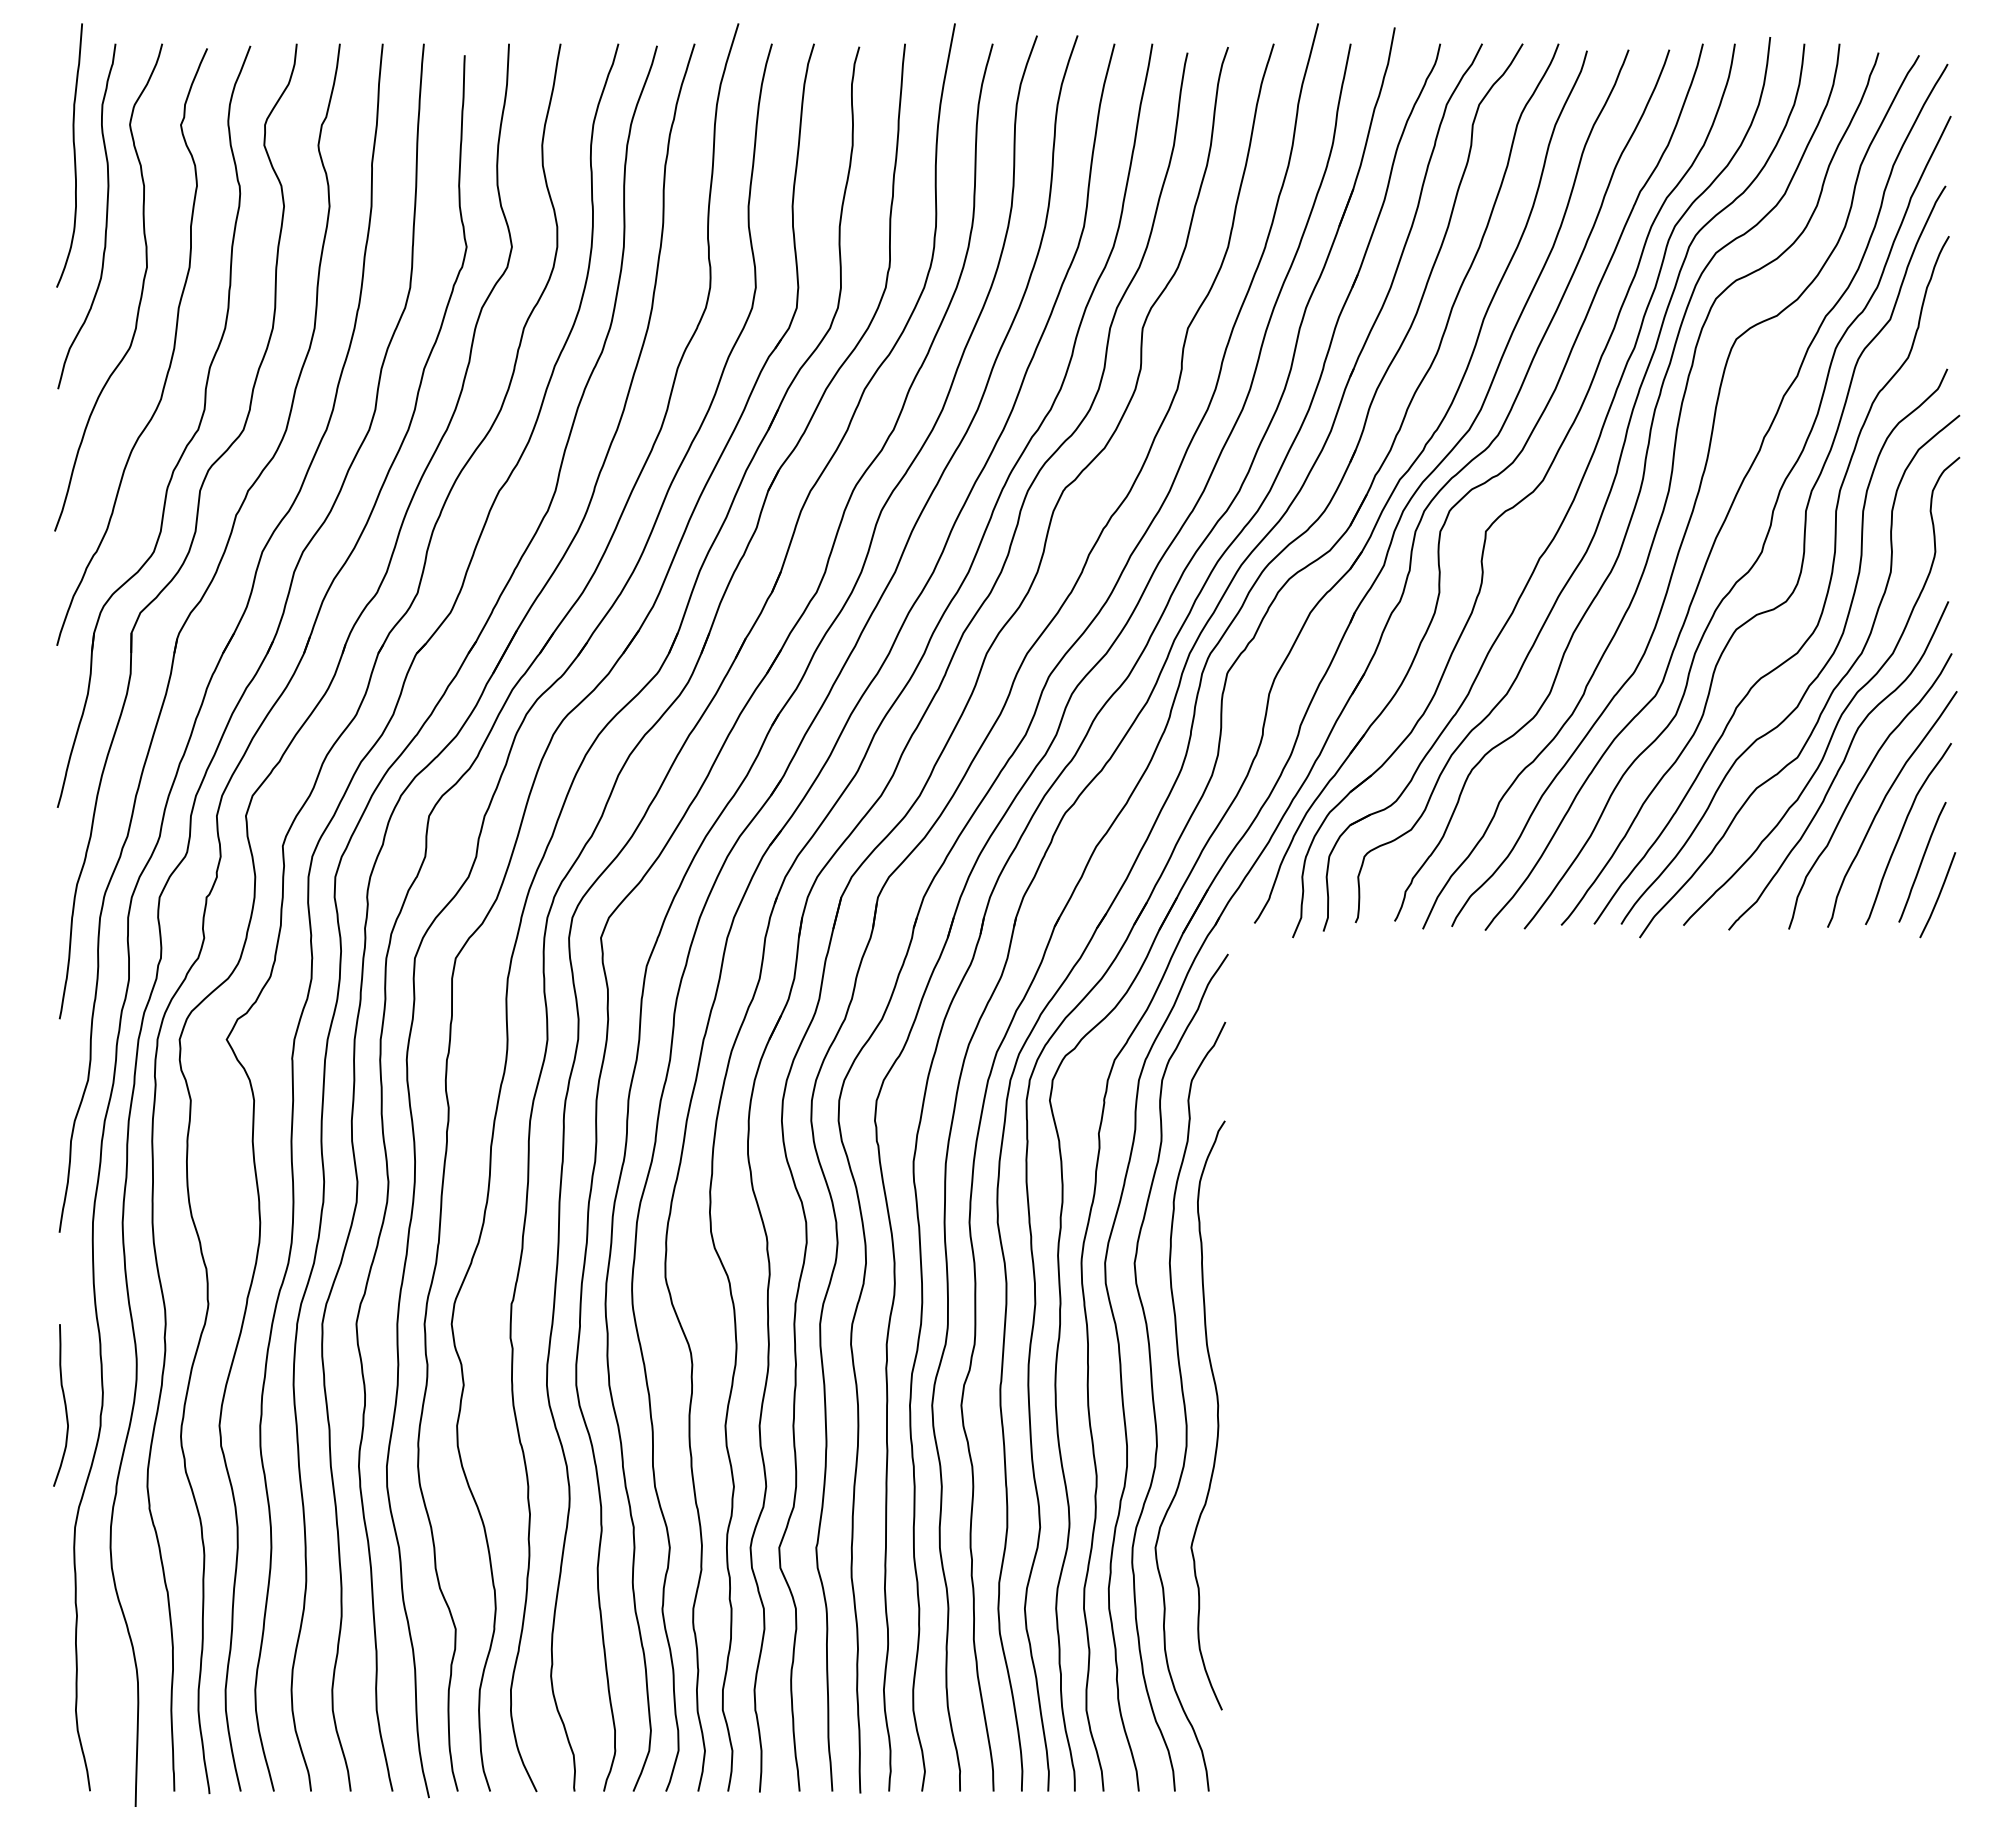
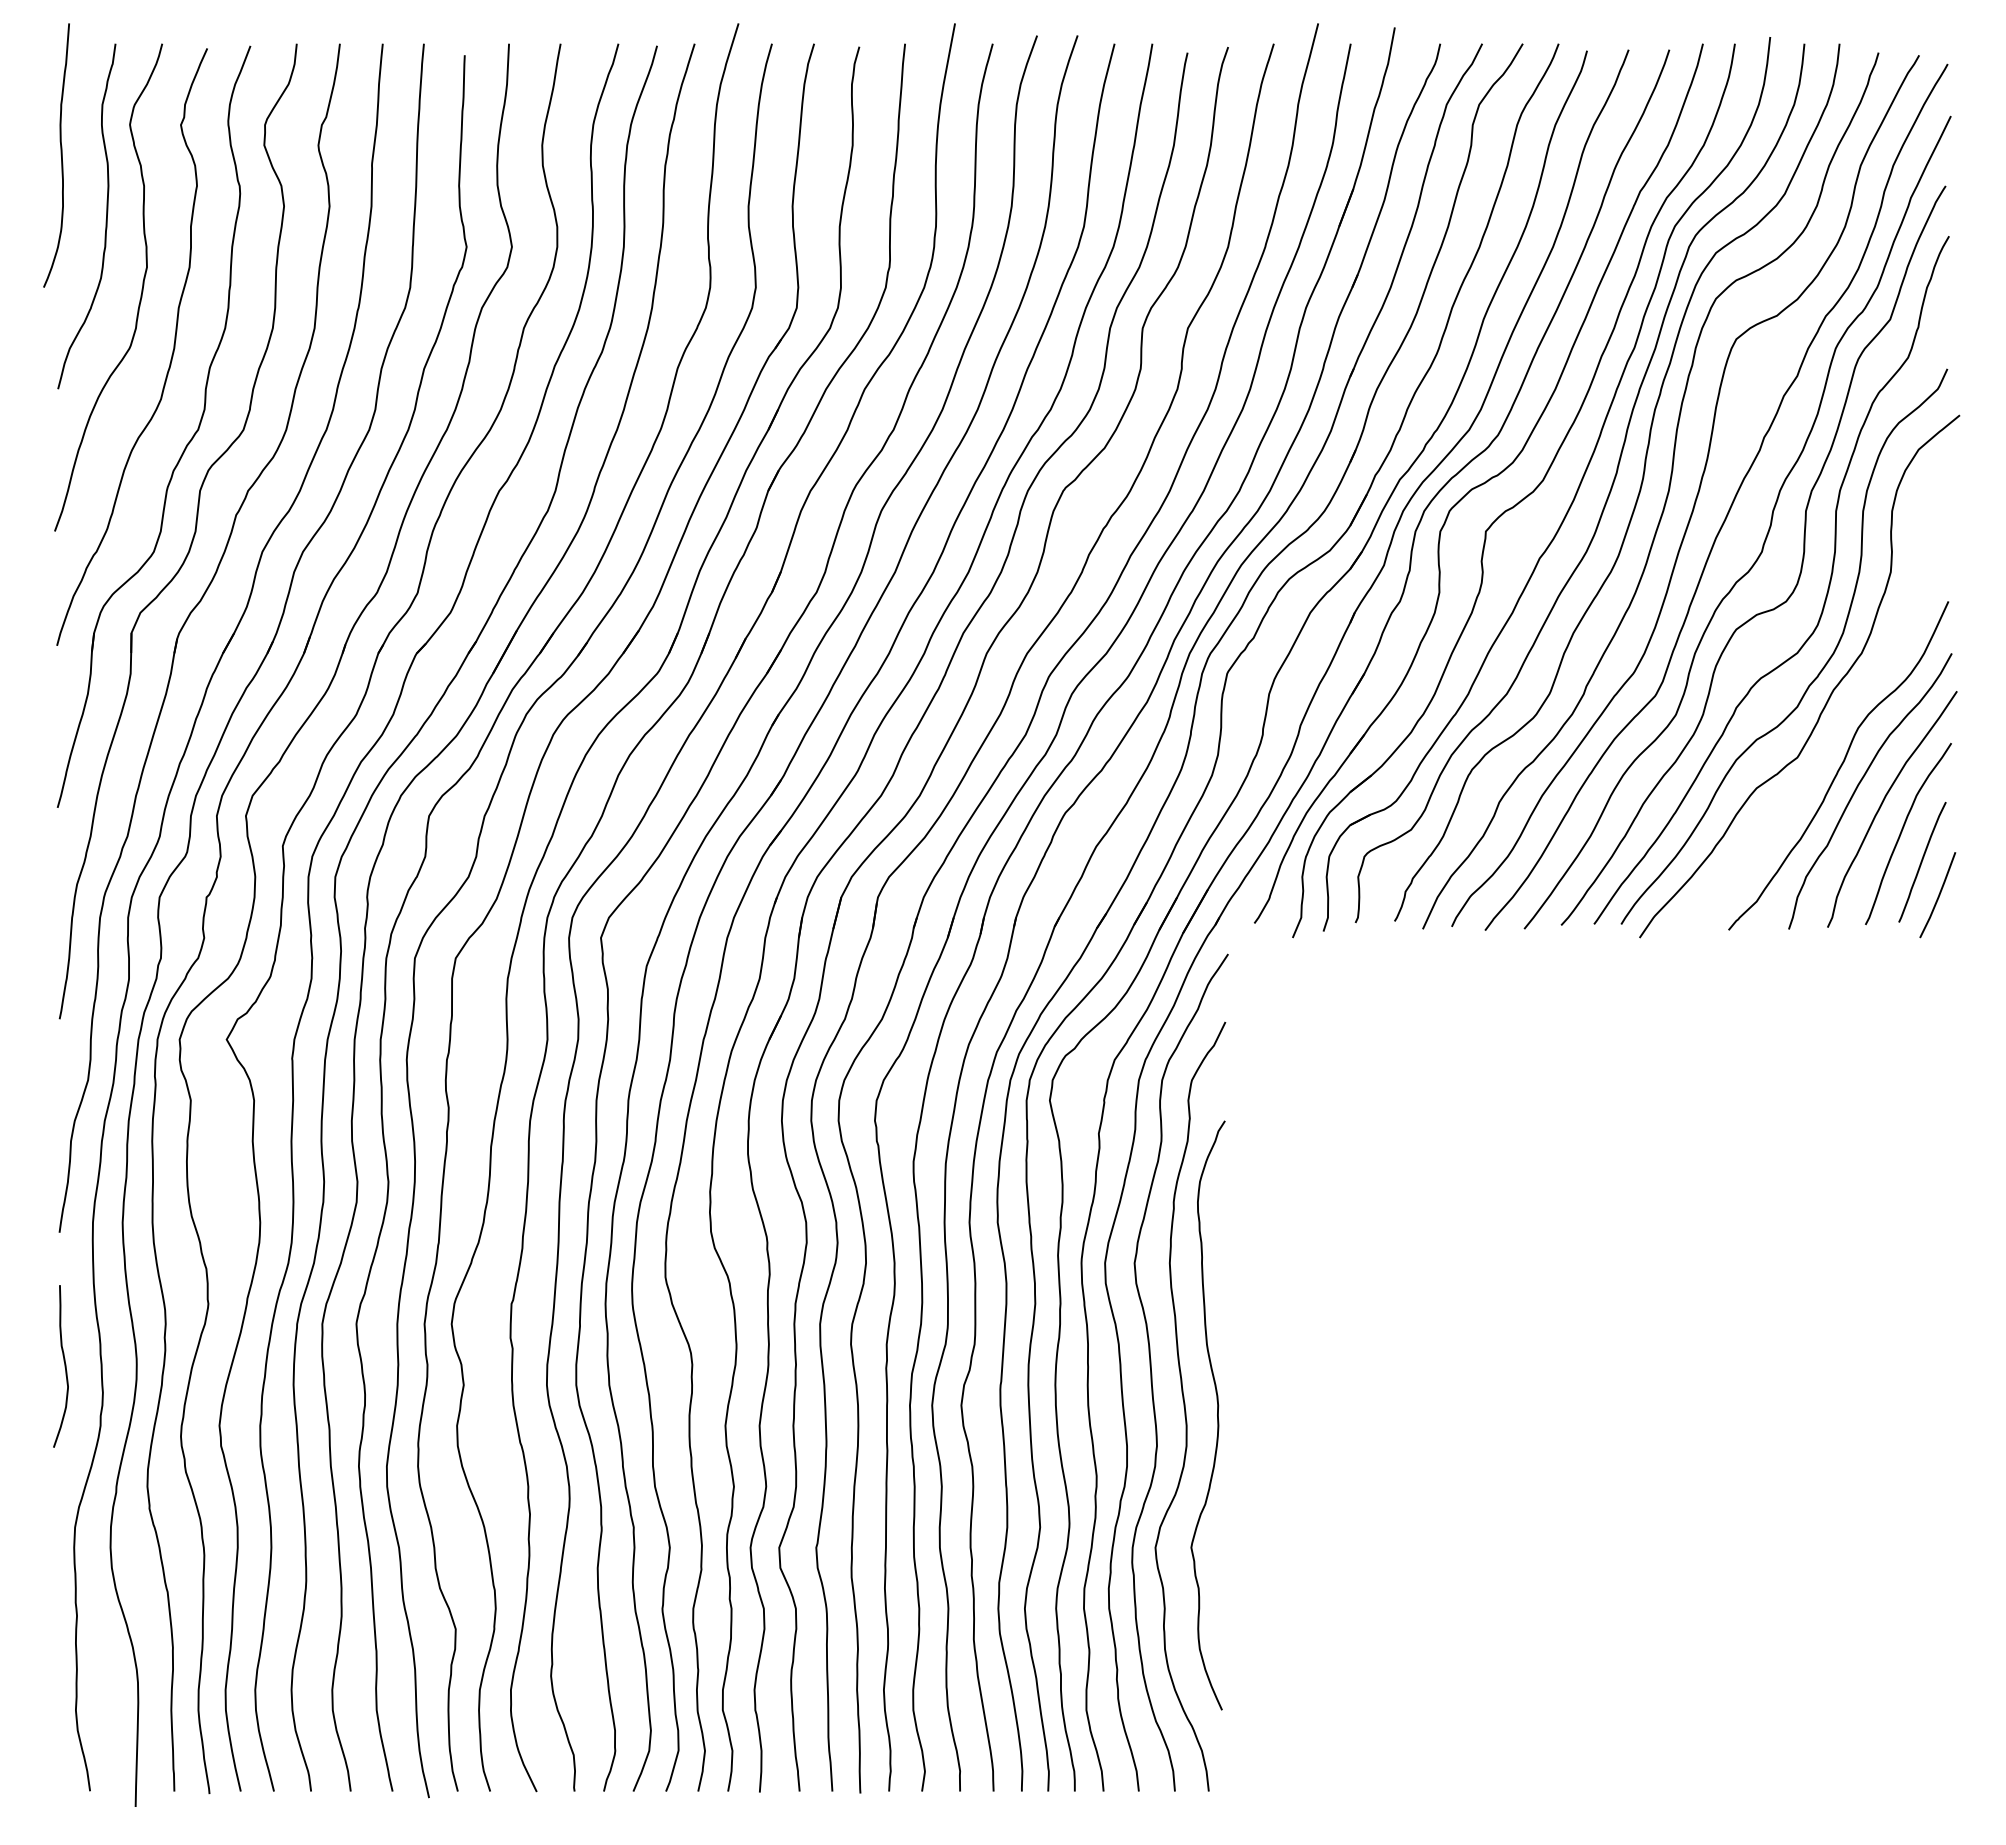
curve at (73, 155) position: (73, 155) -> (60, 155)
curve at (1844, 708): present -> none
curve at (64, 1405) position: (64, 1405) -> (64, 1366)
